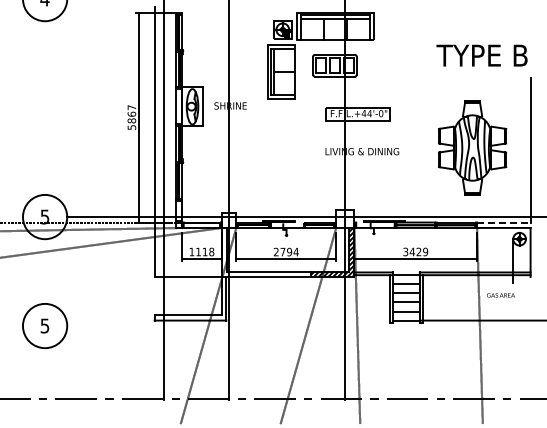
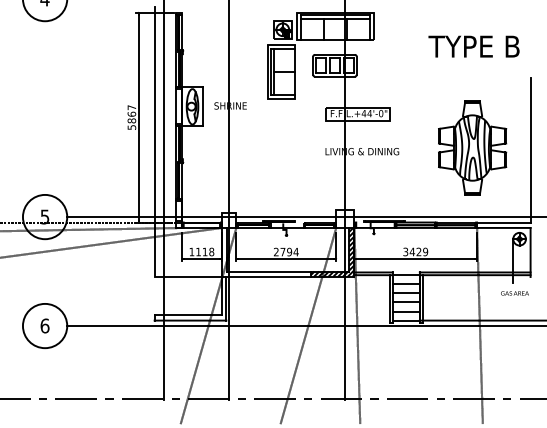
text at (481, 55) position: (481, 55) -> (473, 46)
line at (503, 222): dashed -> solid
text at (500, 295) position: (500, 295) -> (514, 293)
text at (44, 325): 5 -> 6
line at (305, 326): none -> present
